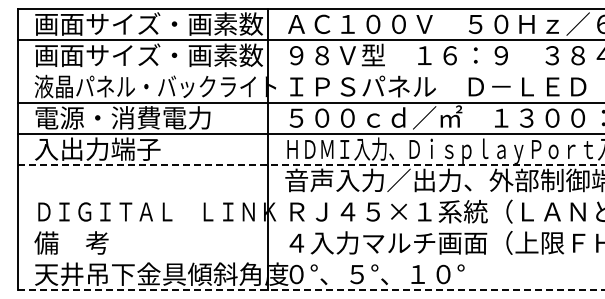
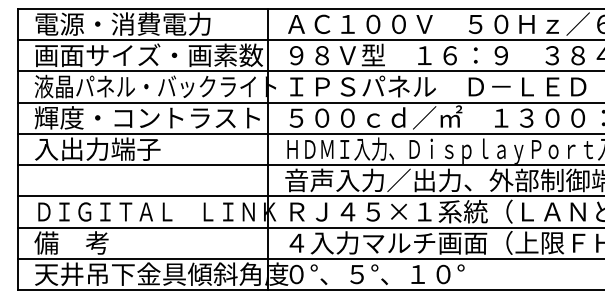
text at (148, 23): 画面サイズ・画素数 -> 電源・消費電力
line at (309, 71): none -> present
text at (146, 117): 電源・消費電力 -> 輝度・コントラスト
line at (311, 165): dashed -> solid
line at (309, 196): none -> present
line at (309, 227): none -> present
line at (309, 258): none -> present
line at (311, 290): dashed -> solid
